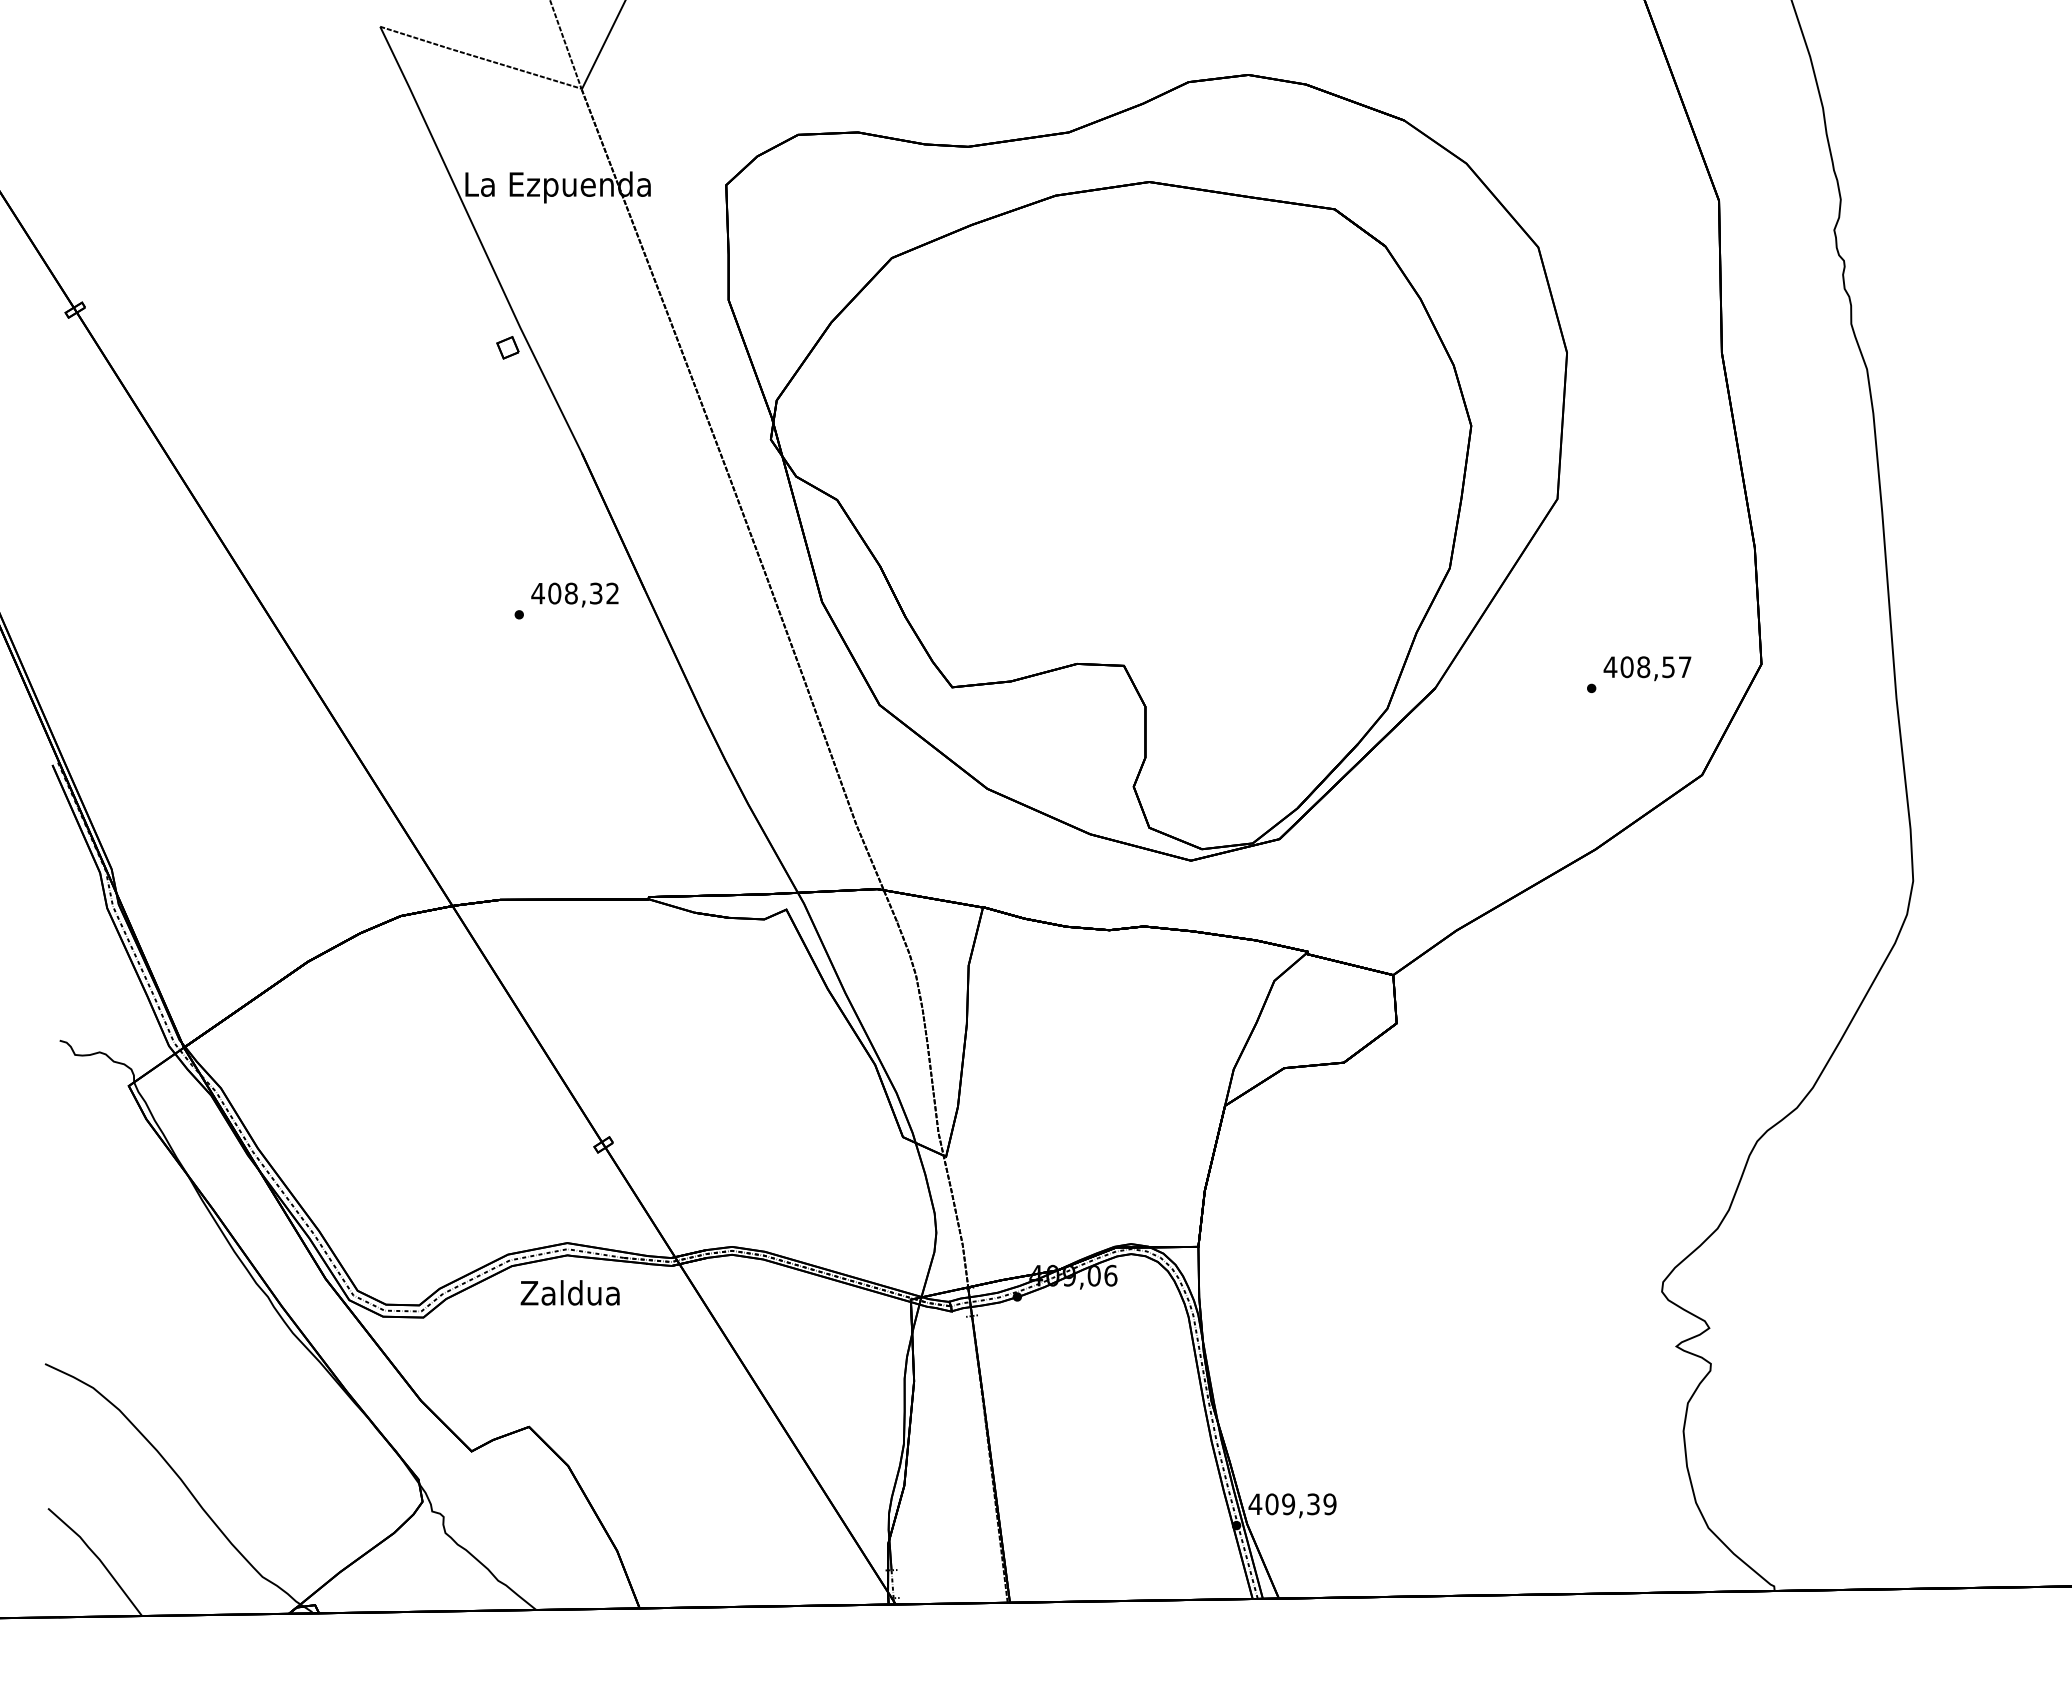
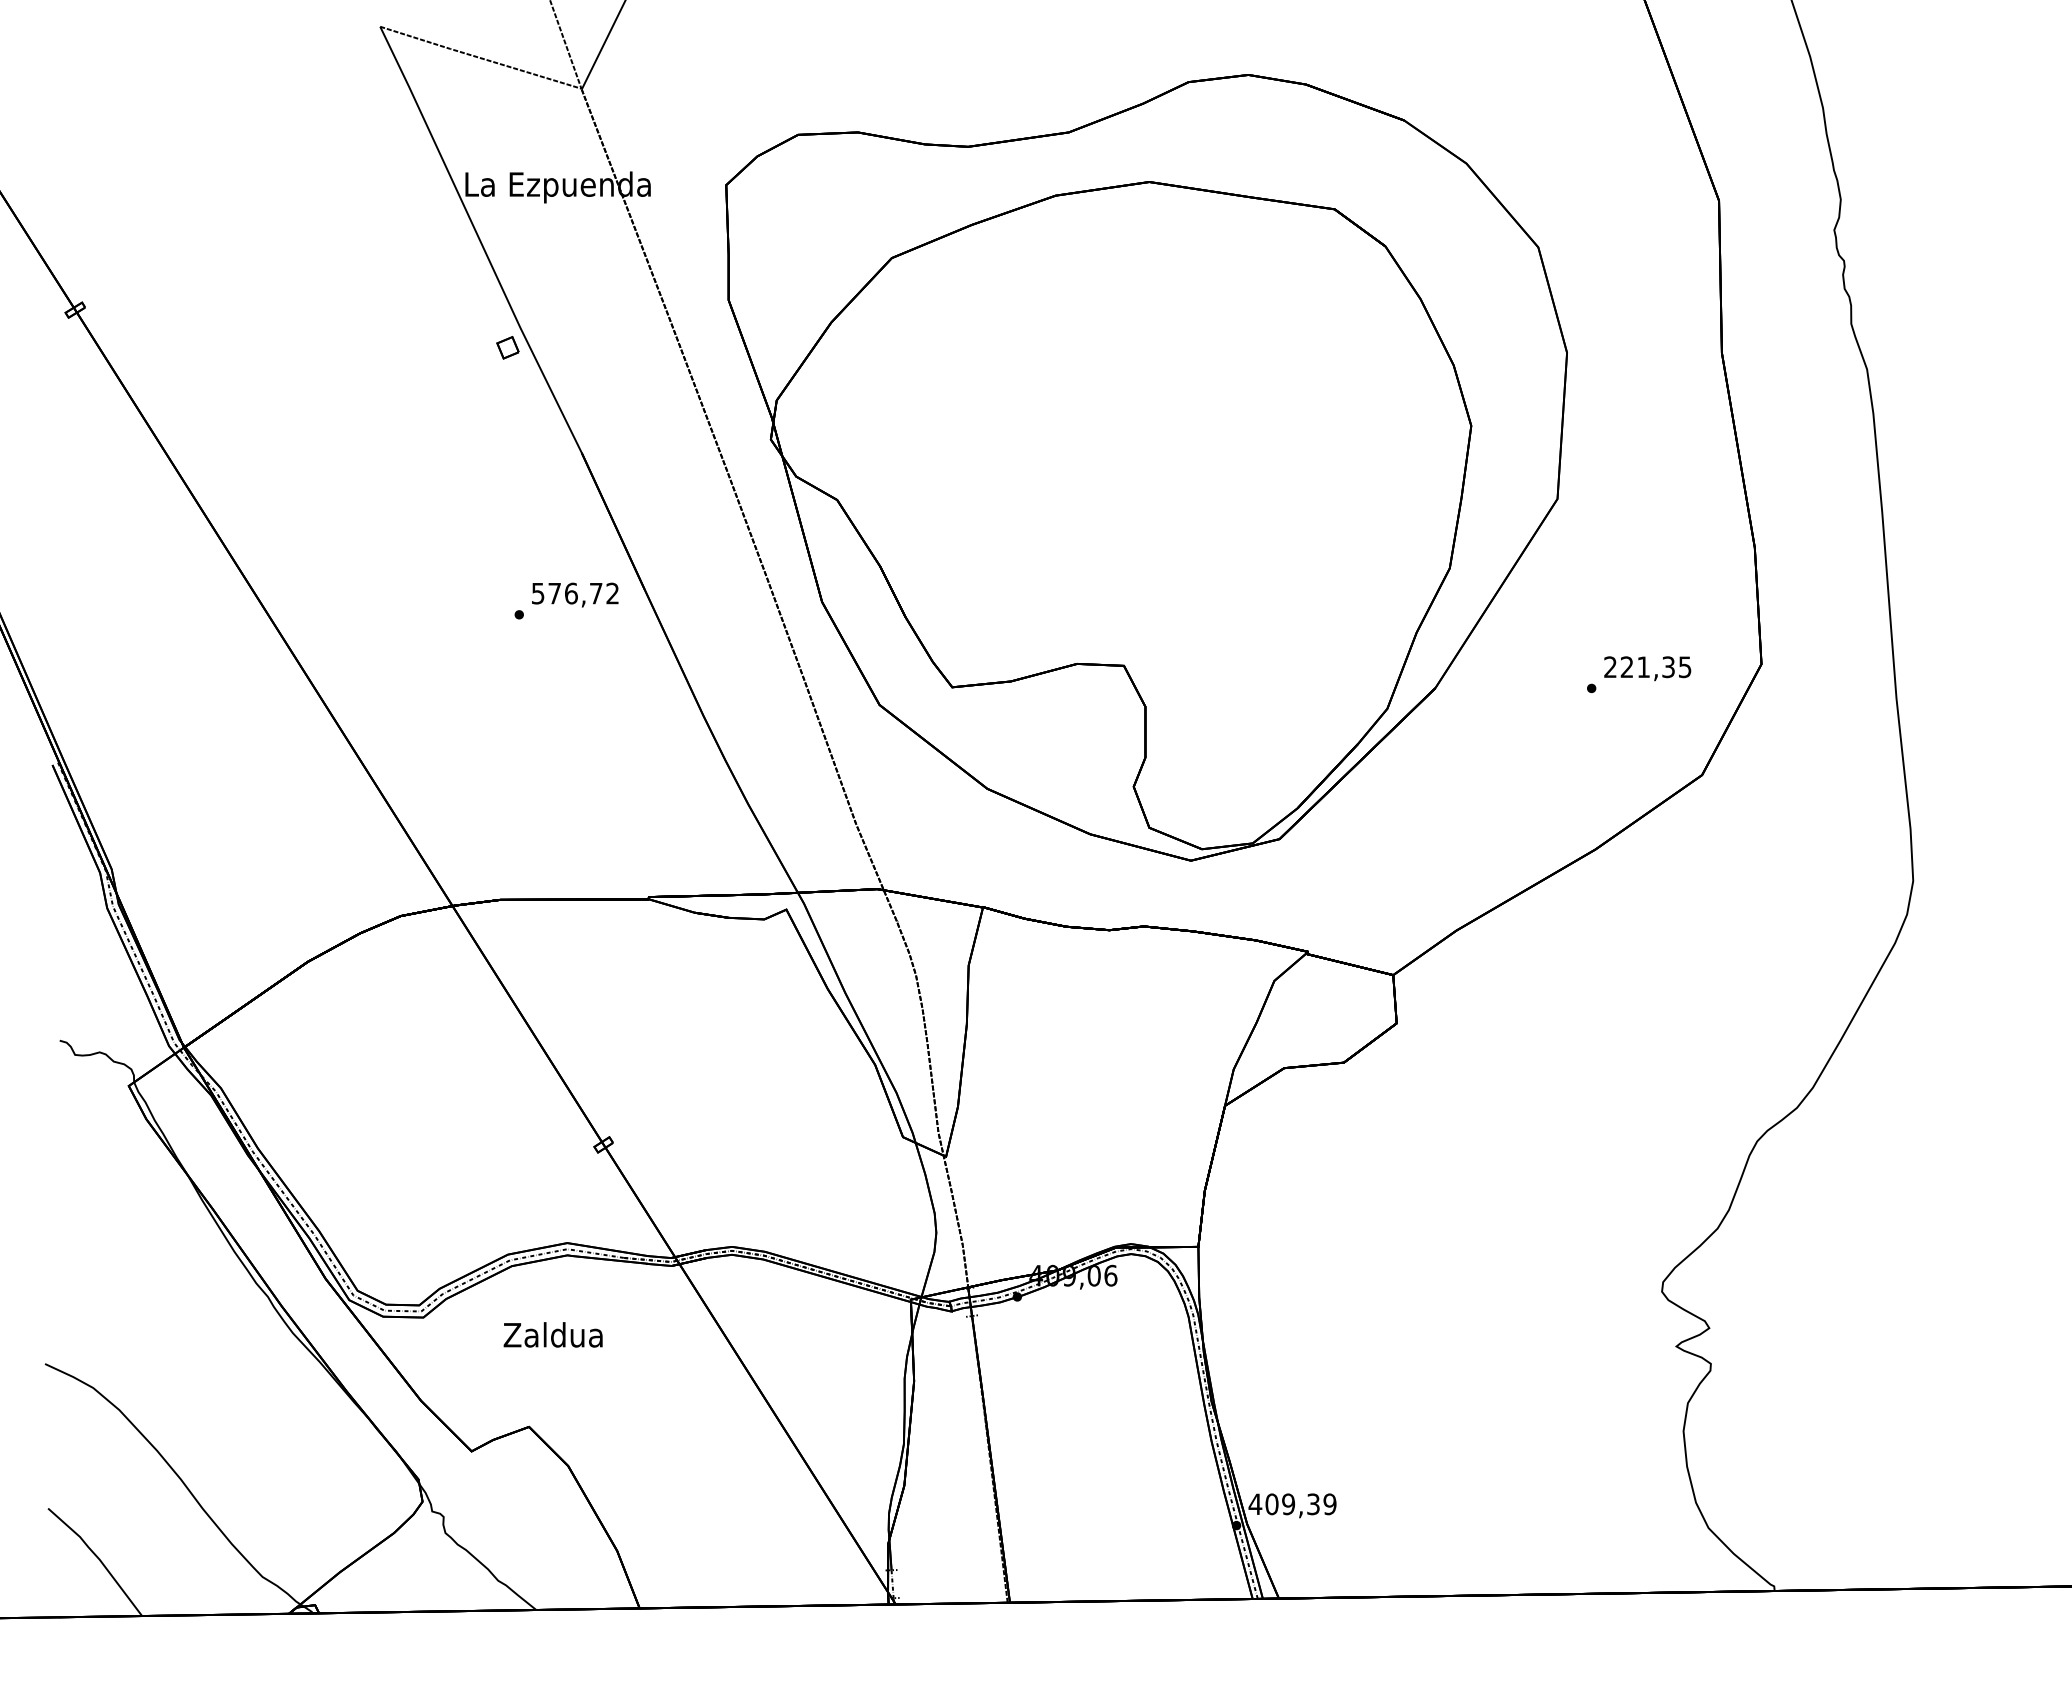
text at (566, 593): 408,32 -> 576,72
text at (1647, 667): 408,57 -> 221,35
text at (569, 1292) position: (569, 1292) -> (552, 1334)
